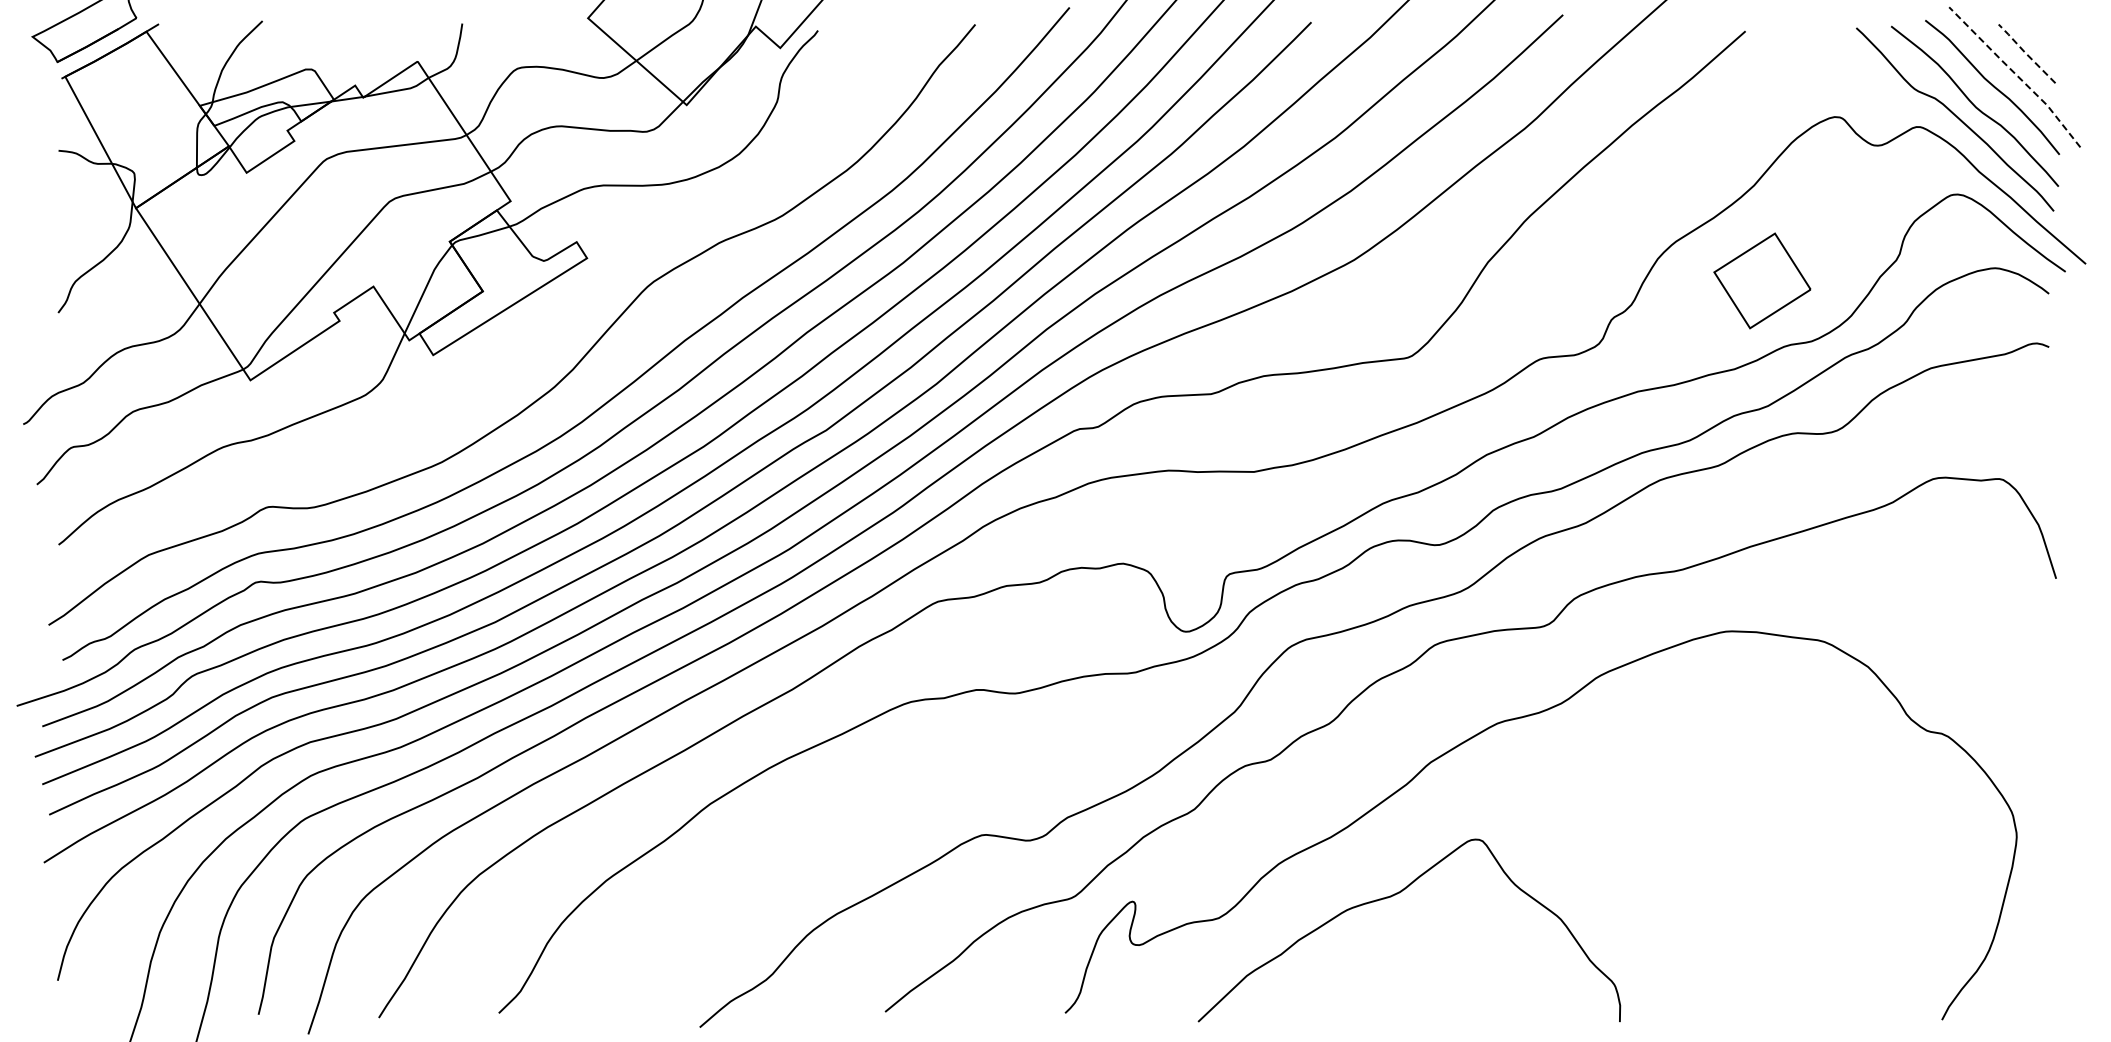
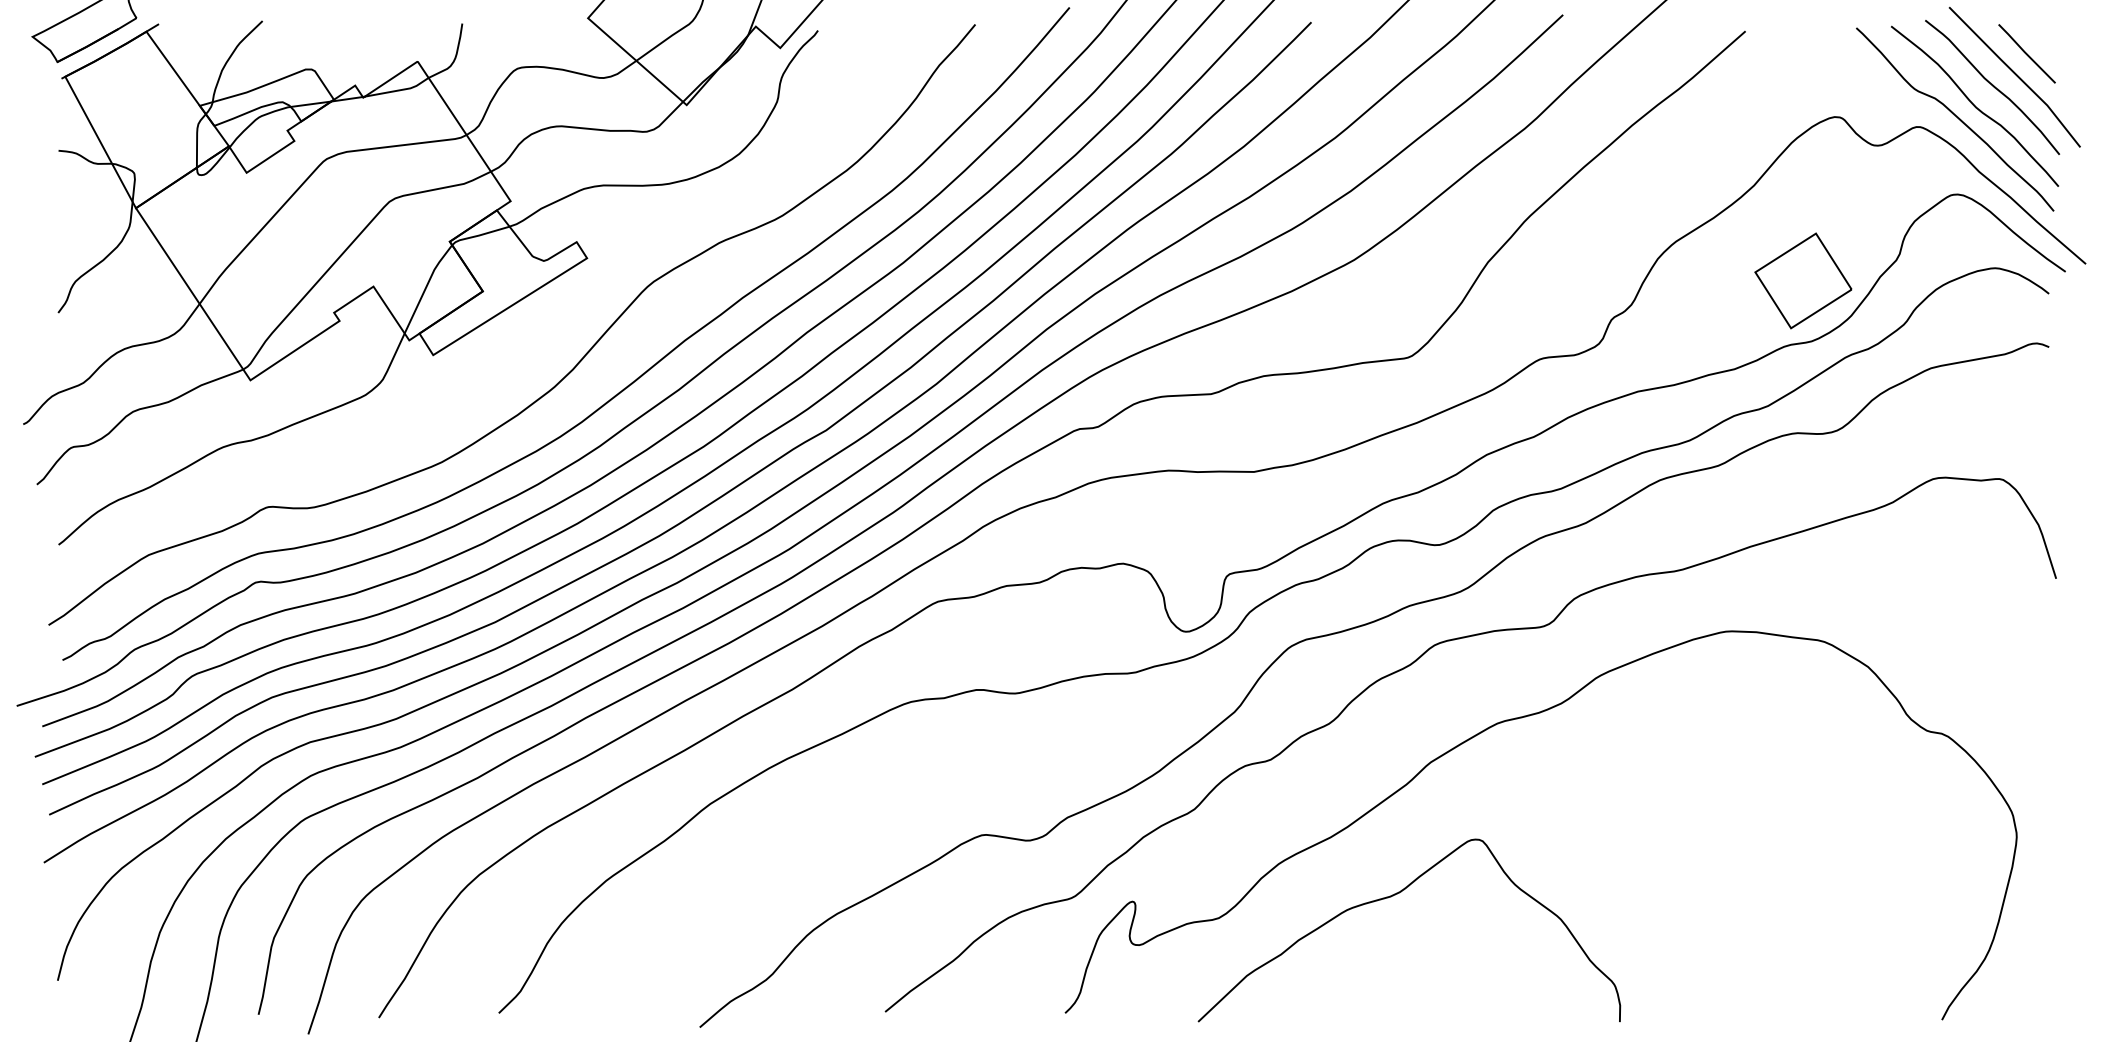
line at (2025, 52): dashed -> solid
line at (2016, 75): dashed -> solid
part at (1762, 280) position: (1762, 280) -> (1803, 280)
